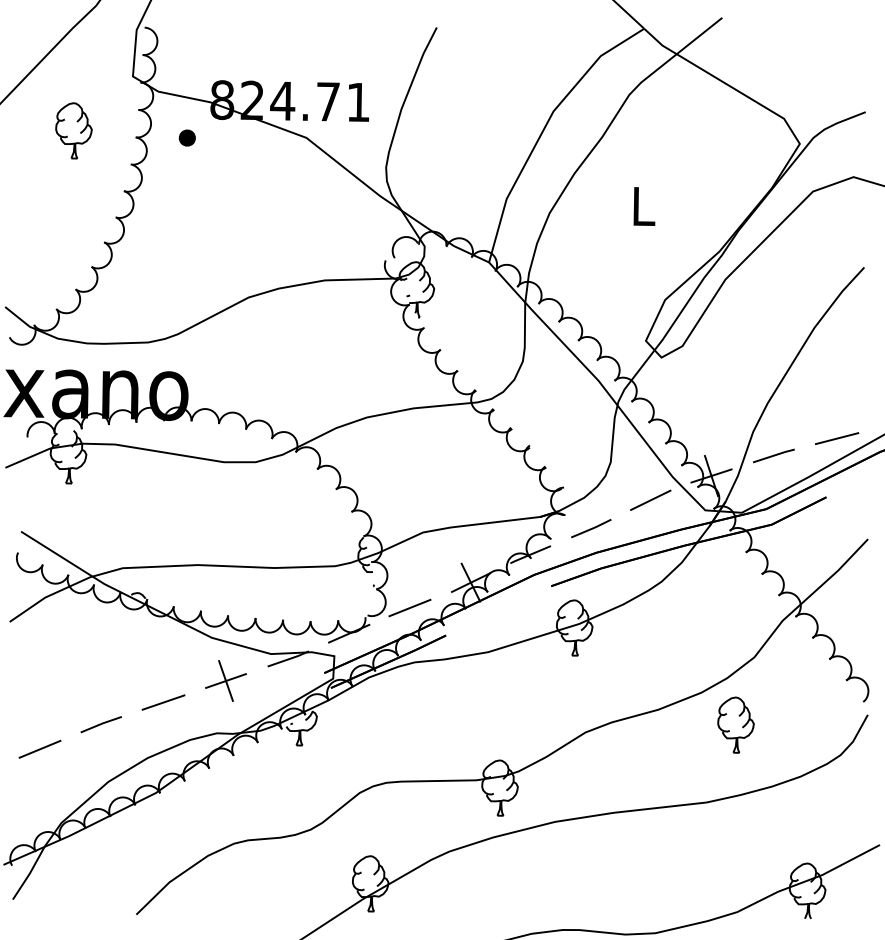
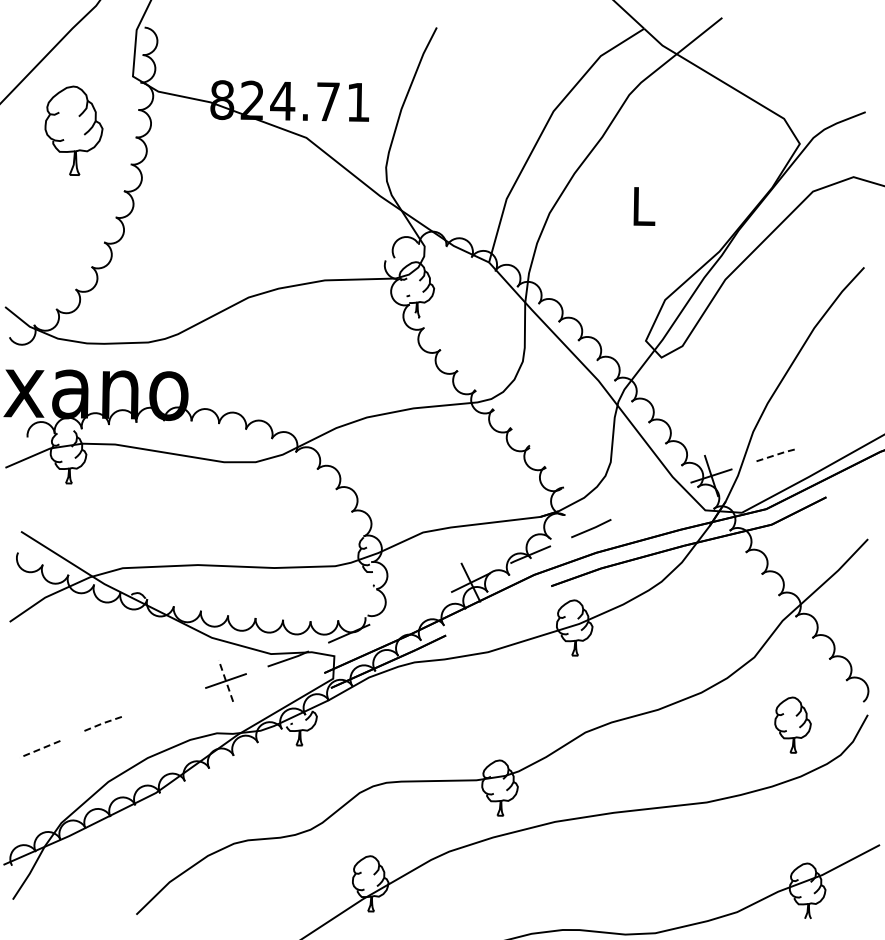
part at (73, 130) size: 38x58 px -> 60x91 px
part at (186, 137): present -> none
line at (836, 438): present -> none
line at (773, 455): solid -> dashed
line at (650, 499): present -> none
line at (409, 607): present -> none
line at (226, 681): solid -> dashed
line at (163, 702): present -> none
line at (101, 723): solid -> dashed
part at (735, 724) position: (735, 724) -> (792, 724)
line at (39, 749): solid -> dashed
